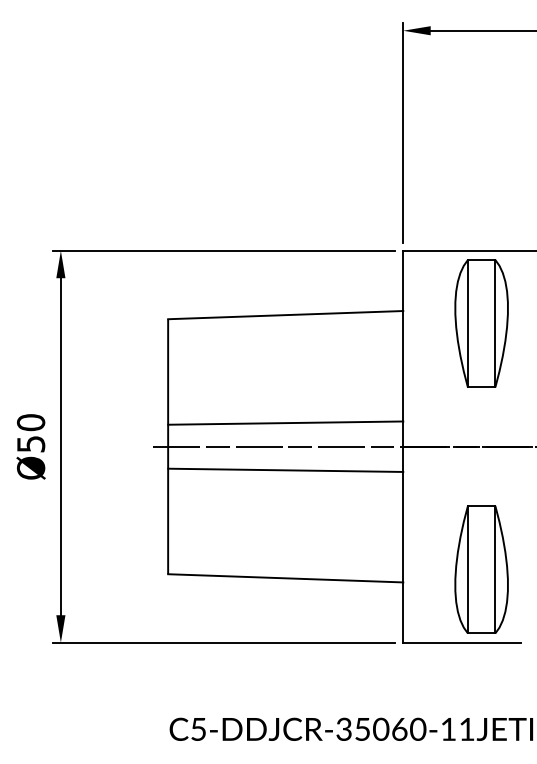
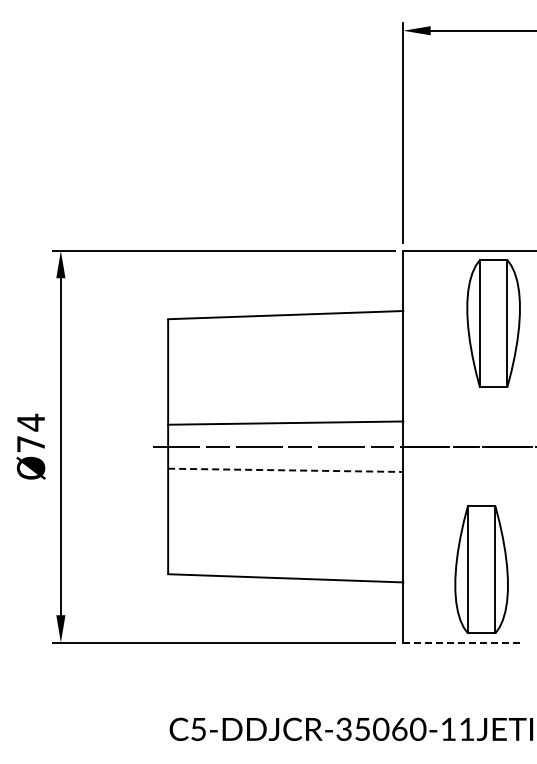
part at (481, 323) position: (481, 323) -> (493, 323)
text at (30, 432): Ø50 -> Ø74
line at (285, 470): solid -> dashed
line at (462, 642): solid -> dashed
